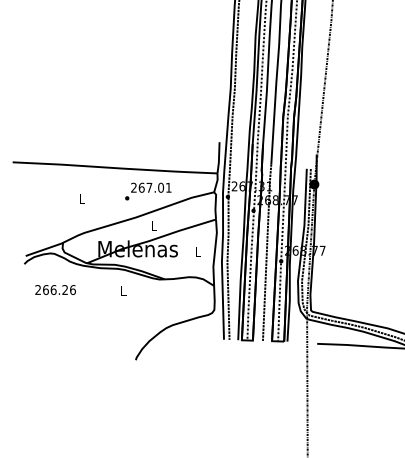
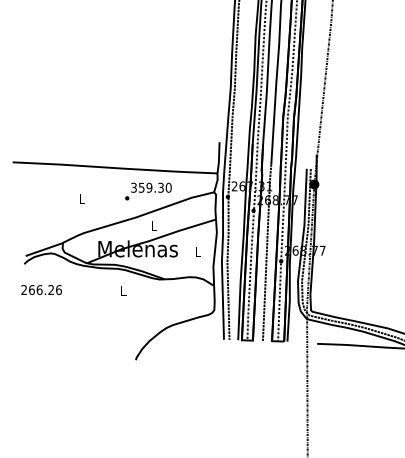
text at (151, 187): 267.01 -> 359.30
text at (55, 289) position: (55, 289) -> (41, 289)
